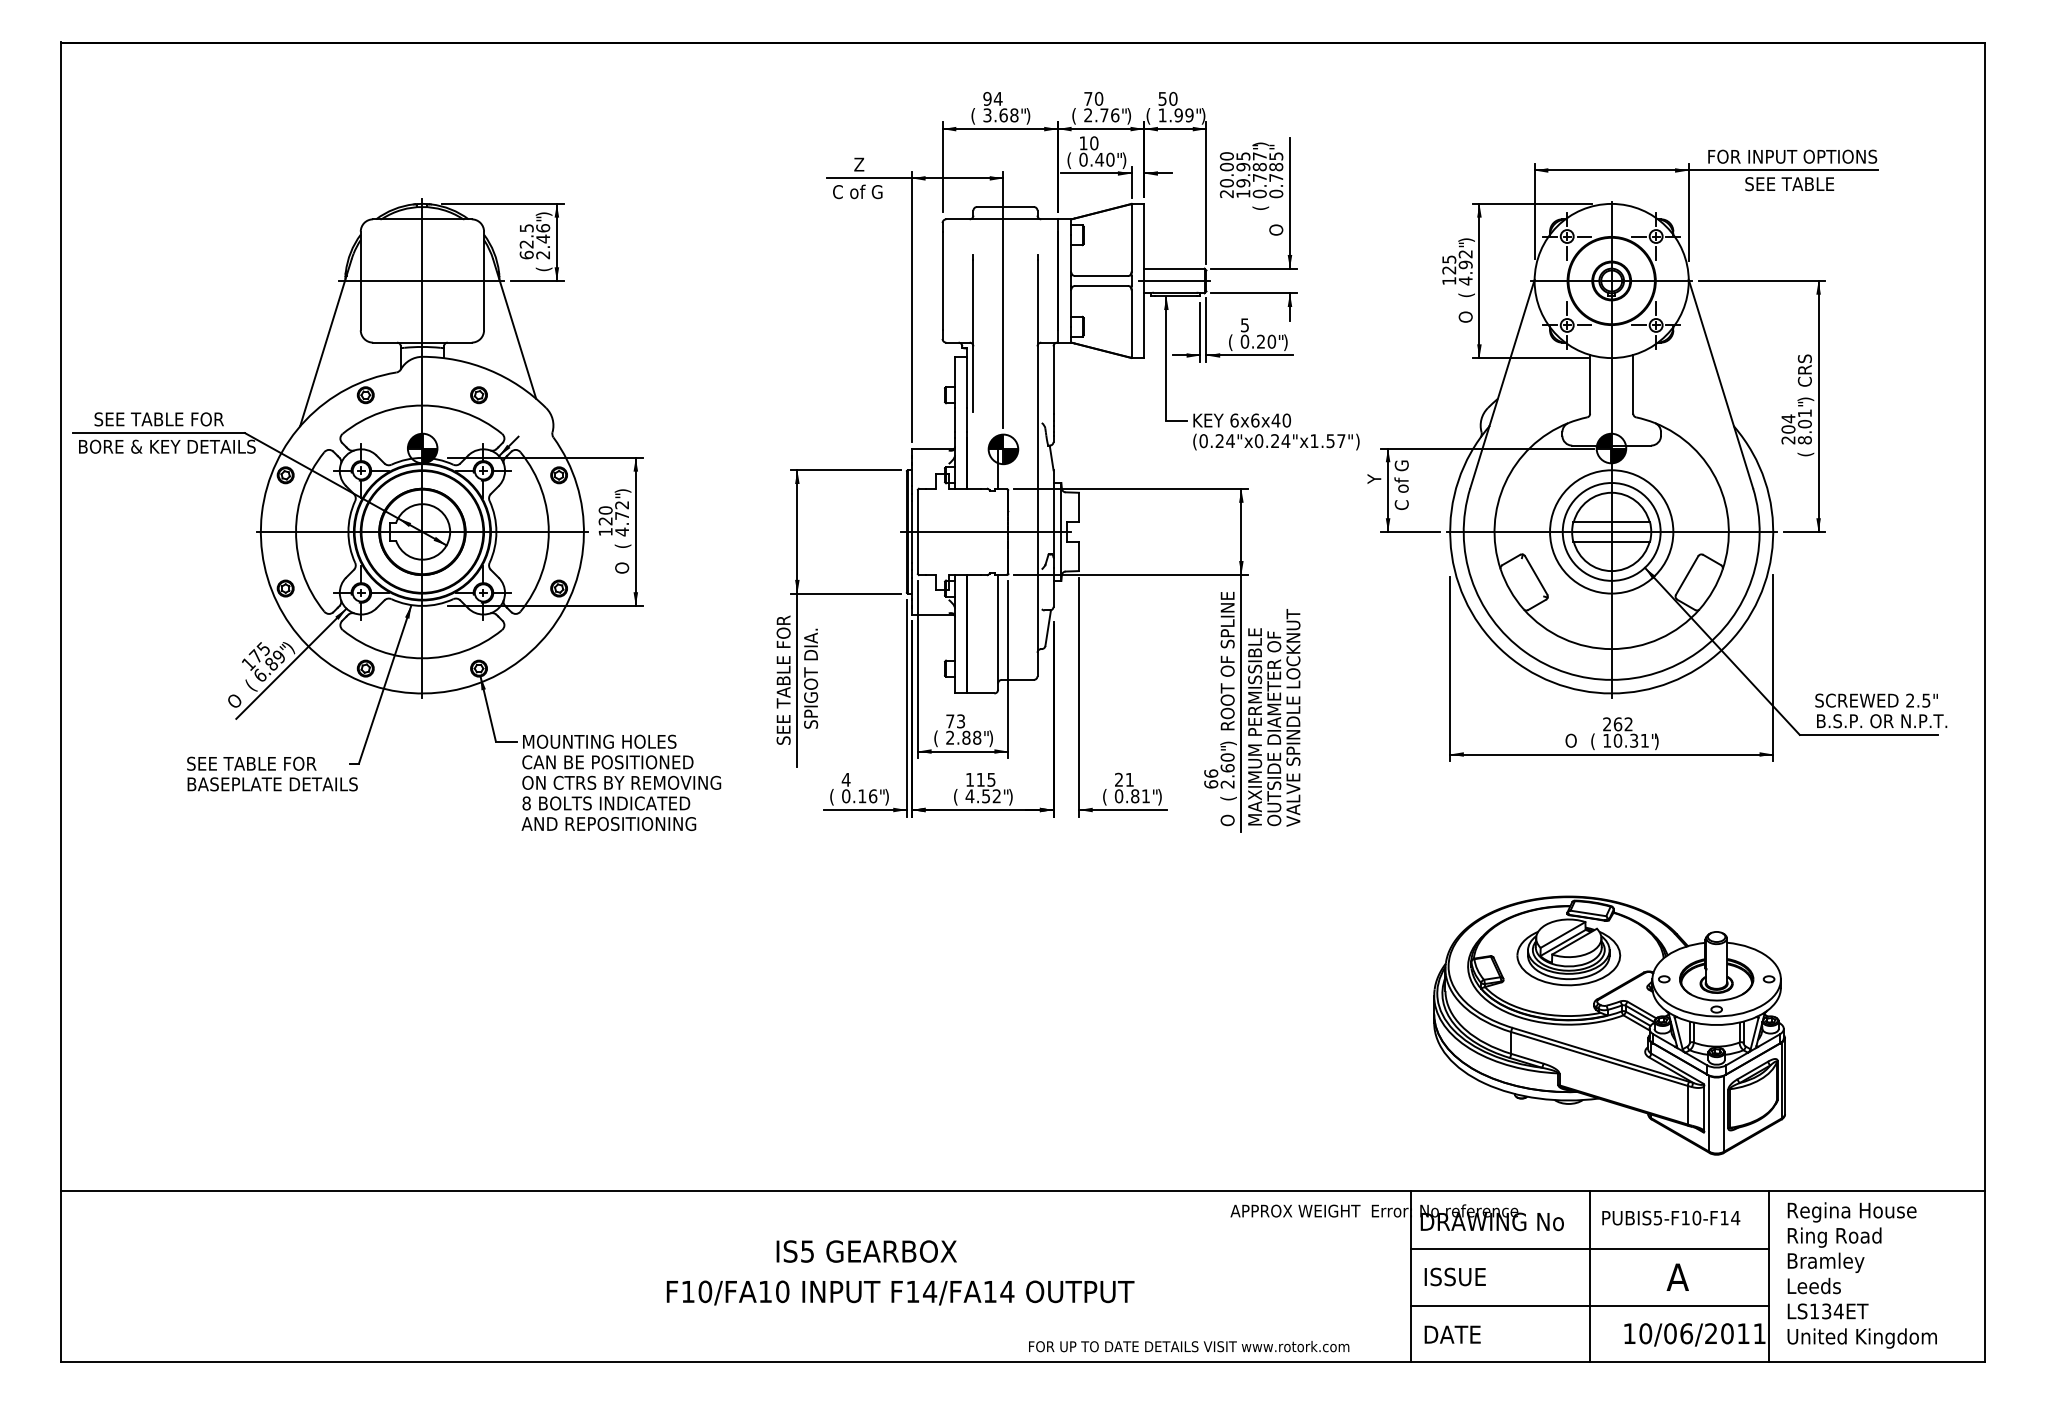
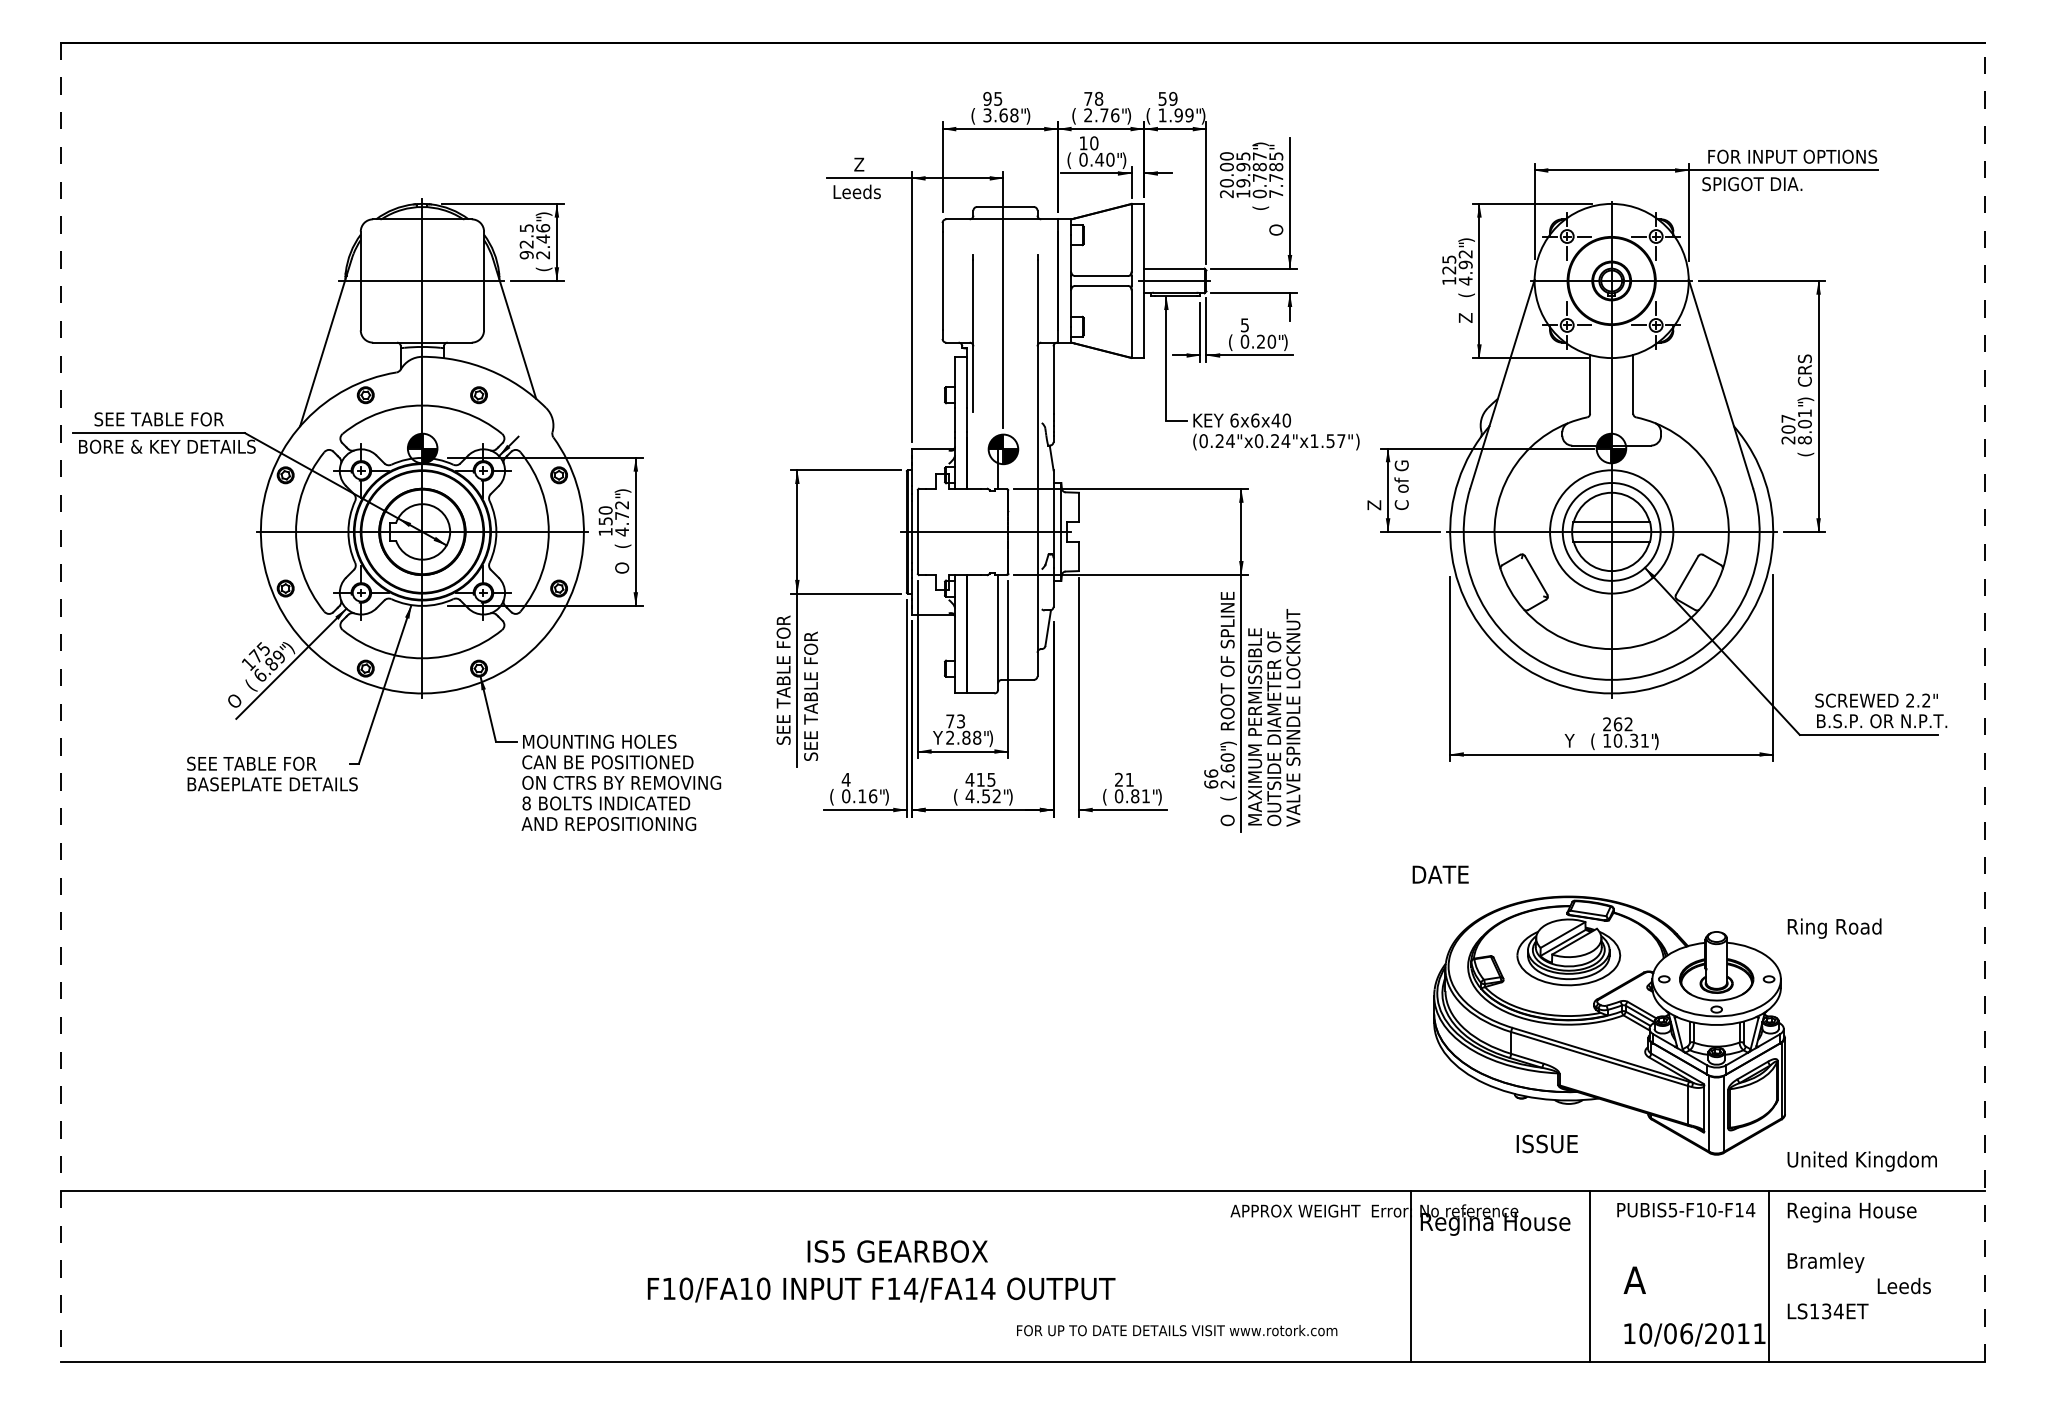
text at (997, 98): 94 -> 95
text at (1098, 98): 70 -> 78
text at (1173, 98): 50 -> 59
text at (1768, 184): SEE TABLE -> SPIGOT DIA.
text at (857, 191): C of G -> Leeds
text at (1276, 193): 0.785" -> 7.785"
text at (526, 254): 62.5 -> 92.5
text at (1465, 316): O -> Z
text at (1788, 418): 204 -> 207
text at (1374, 492): Y -> Z
text at (605, 521): 120 -> 150
text at (811, 694): SPIGOT DIA. -> SEE TABLE FOR
text at (1926, 700): 2.5" -> 2.2"
line at (61, 701): solid -> dashed
line at (1984, 701): solid -> dashed
text at (937, 738): ( -> Y
text at (1570, 740): O -> Y
text at (969, 779): 115 -> 415
text at (1671, 1217) position: (1671, 1217) -> (1686, 1209)
text at (1496, 1223): DRAWING No -> Regina House
text at (1834, 1237) position: (1834, 1237) -> (1834, 928)
line at (1589, 1248): present -> none
text at (866, 1251) position: (866, 1251) -> (897, 1251)
text at (1454, 1276) position: (1454, 1276) -> (1546, 1143)
text at (1677, 1276) position: (1677, 1276) -> (1634, 1279)
text at (1813, 1285) position: (1813, 1285) -> (1903, 1285)
text at (900, 1292) position: (900, 1292) -> (881, 1289)
line at (1589, 1306): present -> none
text at (1452, 1334) position: (1452, 1334) -> (1440, 874)
text at (1861, 1338) position: (1861, 1338) -> (1861, 1161)
text at (1189, 1346) position: (1189, 1346) -> (1177, 1330)
